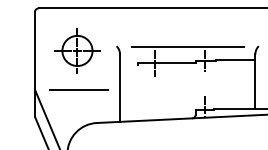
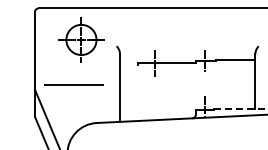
line at (187, 47): present -> none
part at (77, 50) position: (77, 50) -> (81, 39)
line at (78, 89) position: (78, 89) -> (73, 84)
line at (241, 108): solid -> dashed
